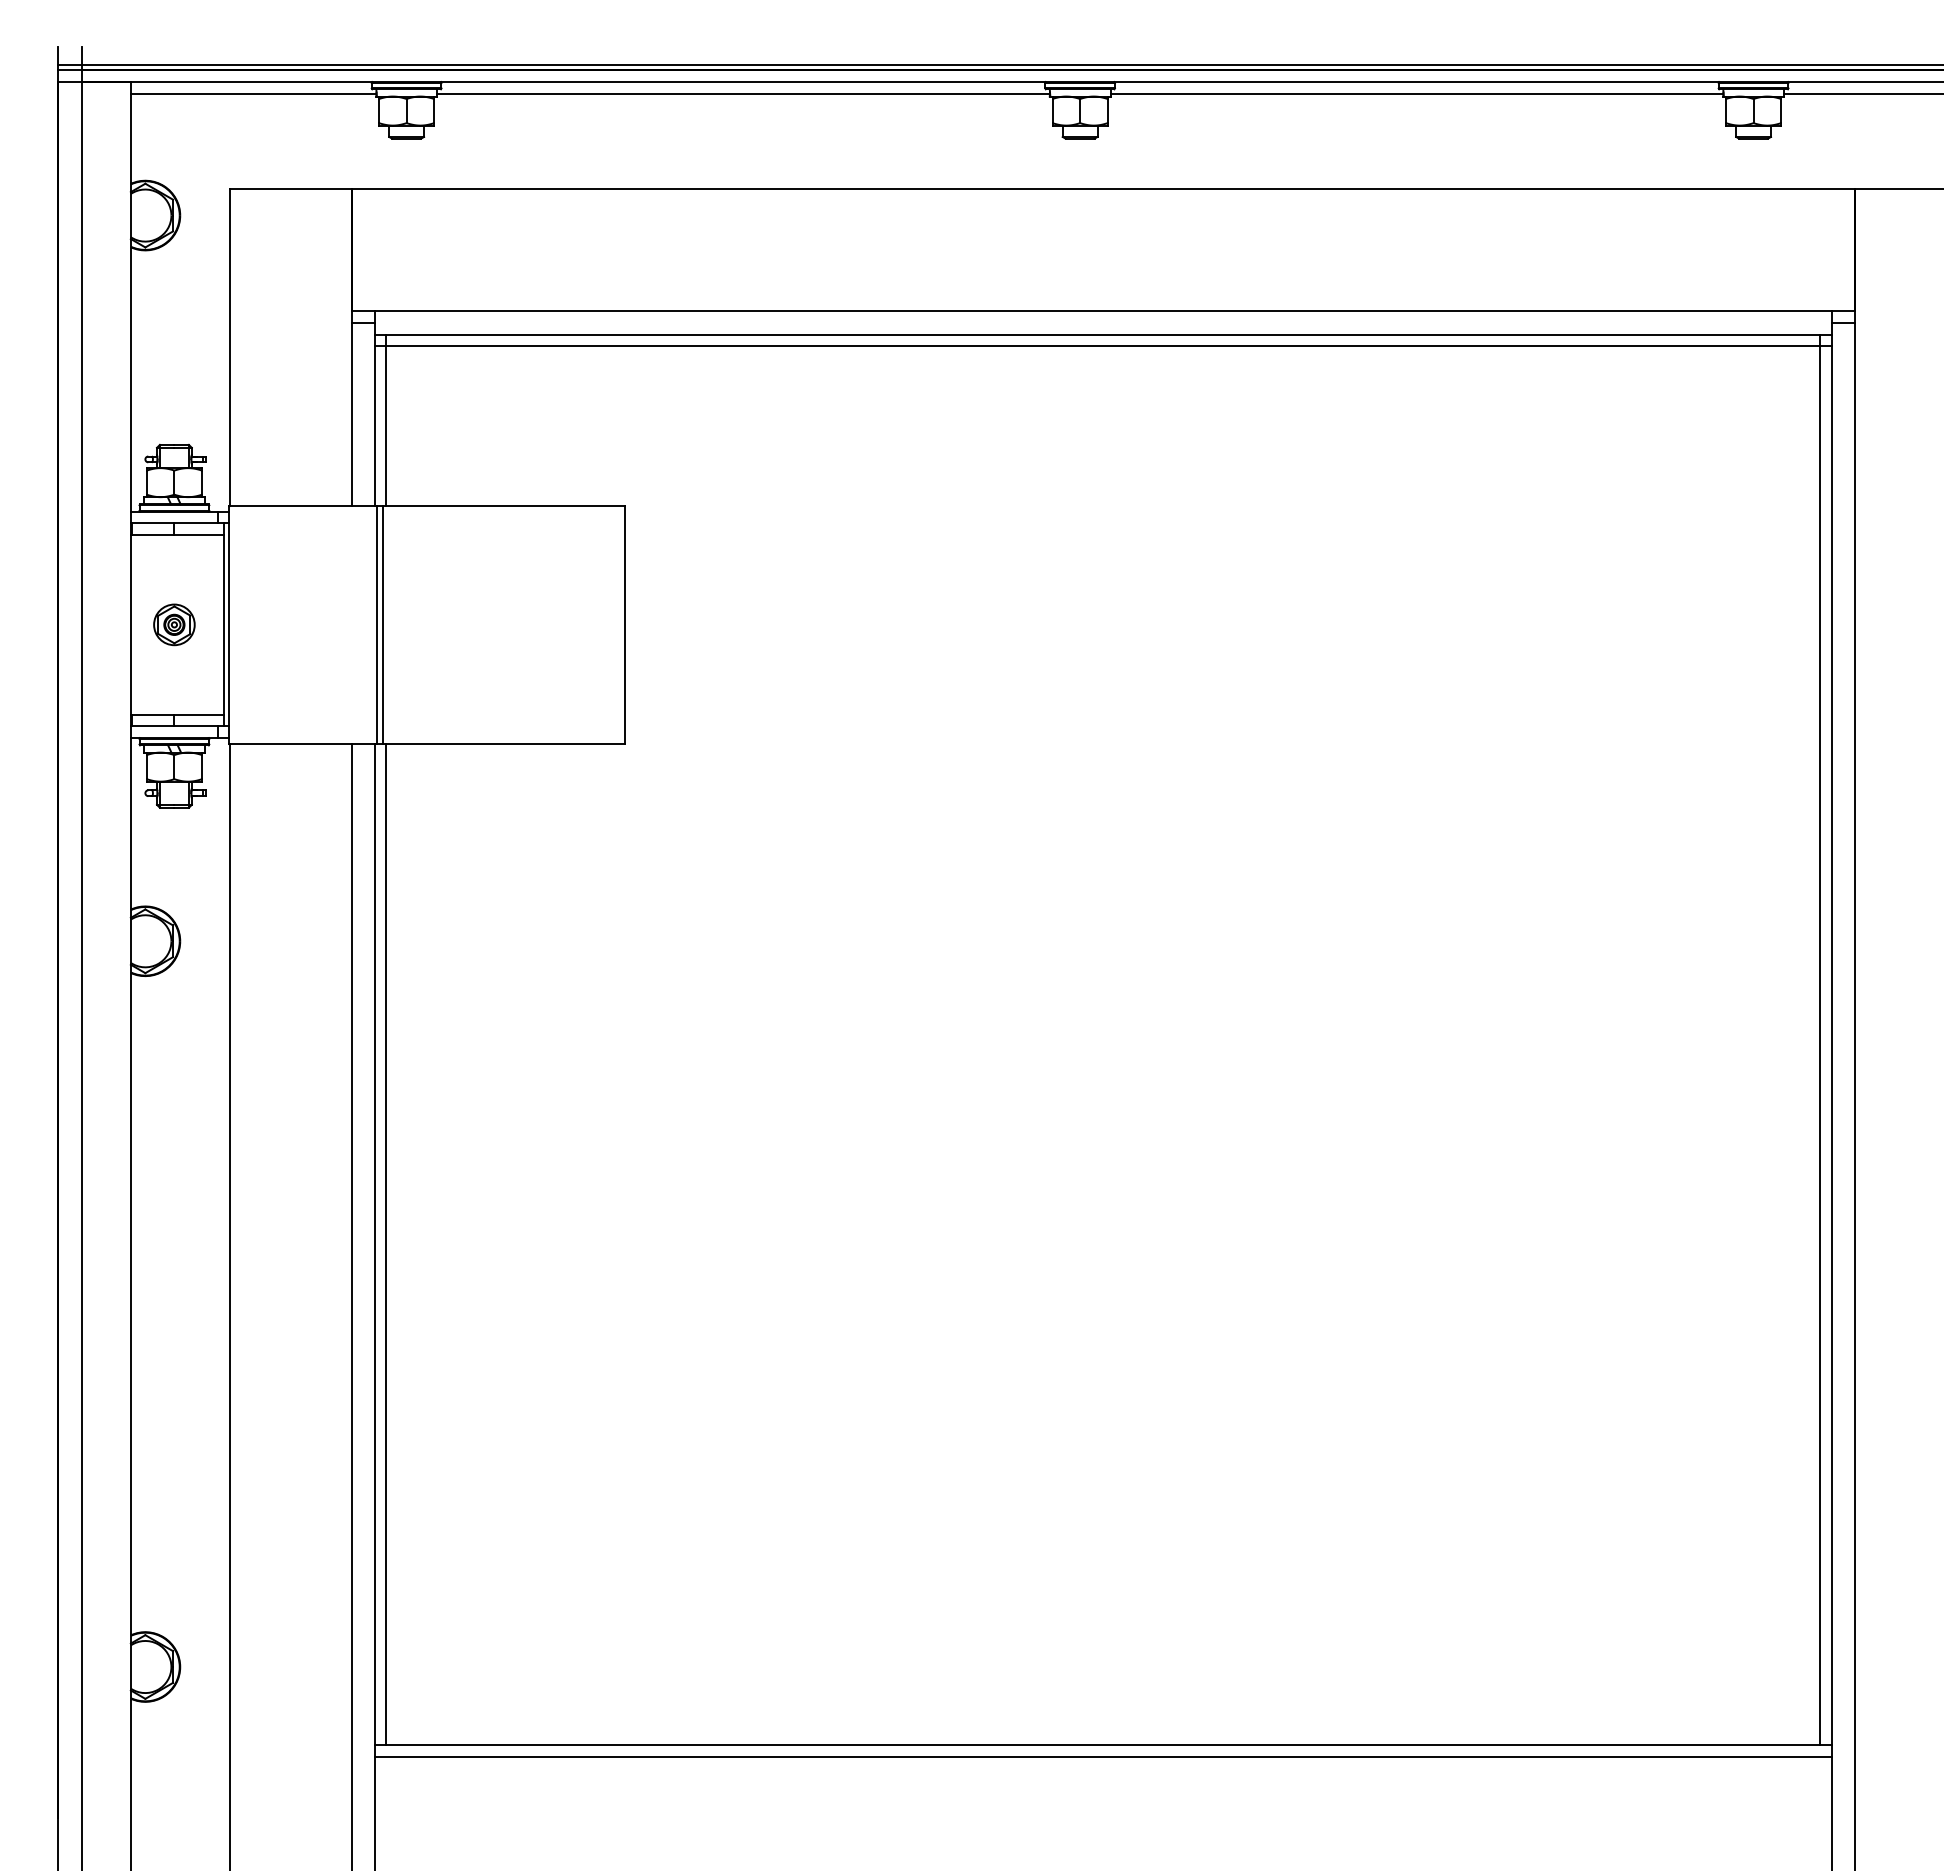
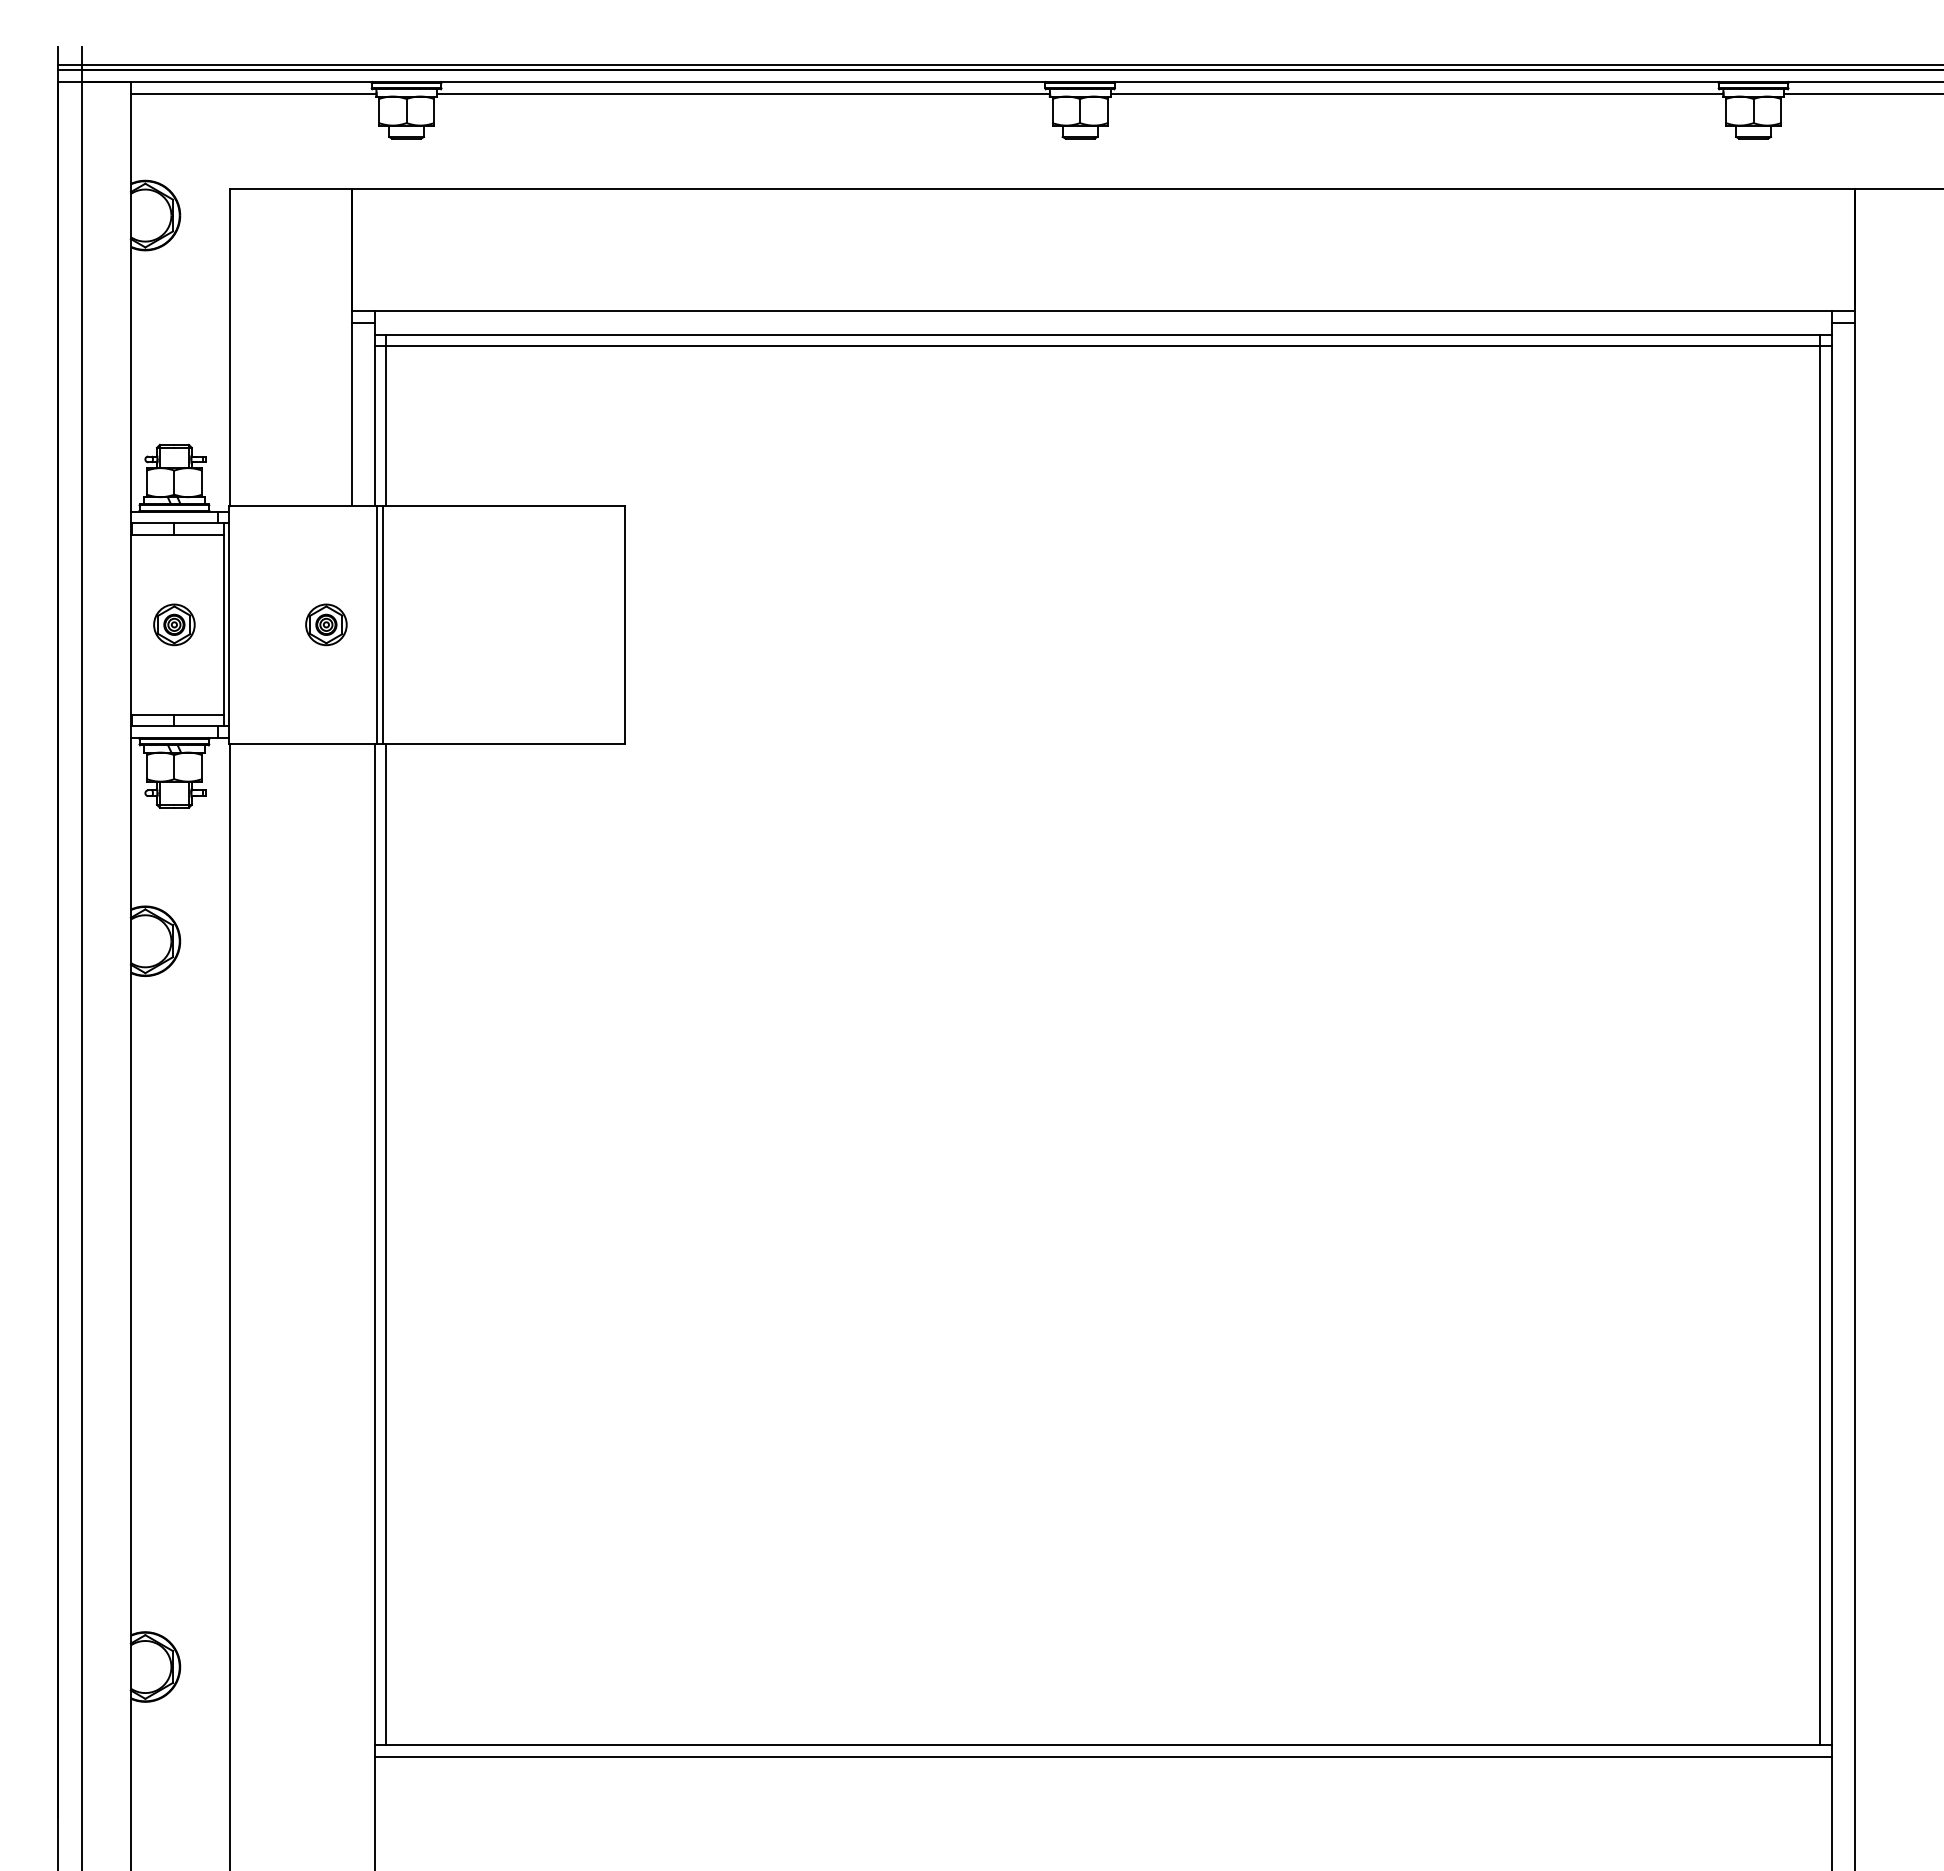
part at (326, 624): none -> present
line at (351, 1305): present -> none
